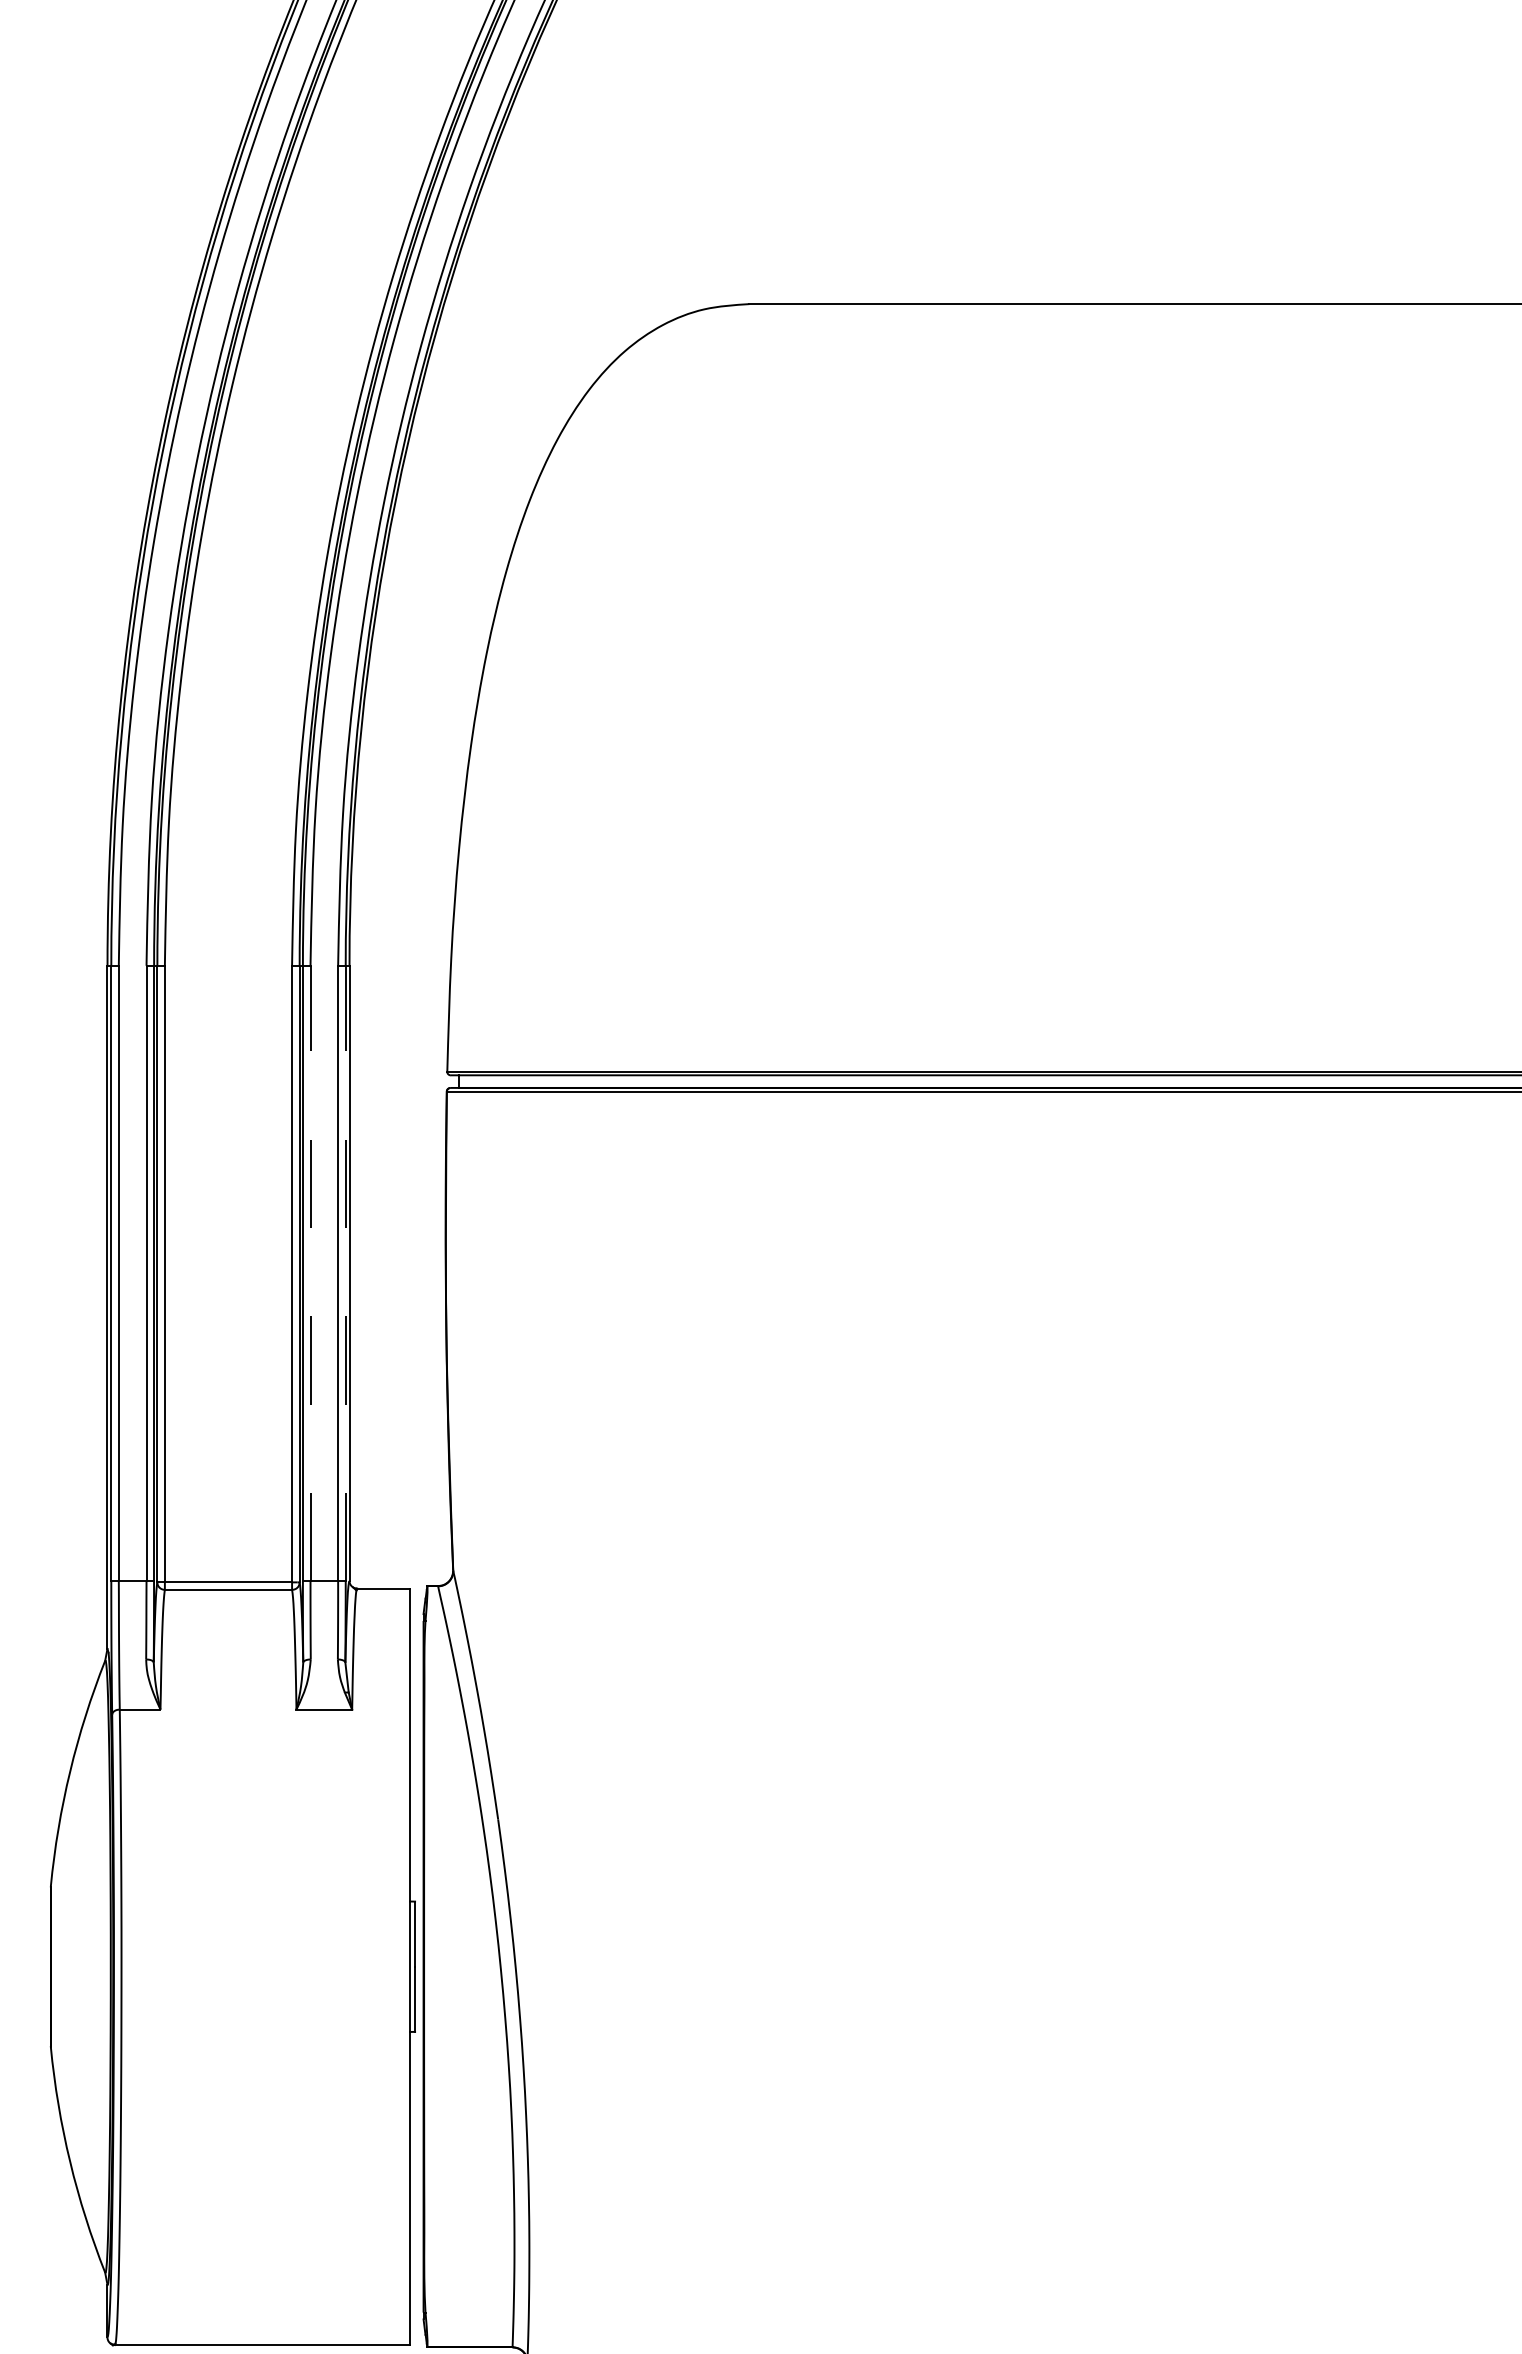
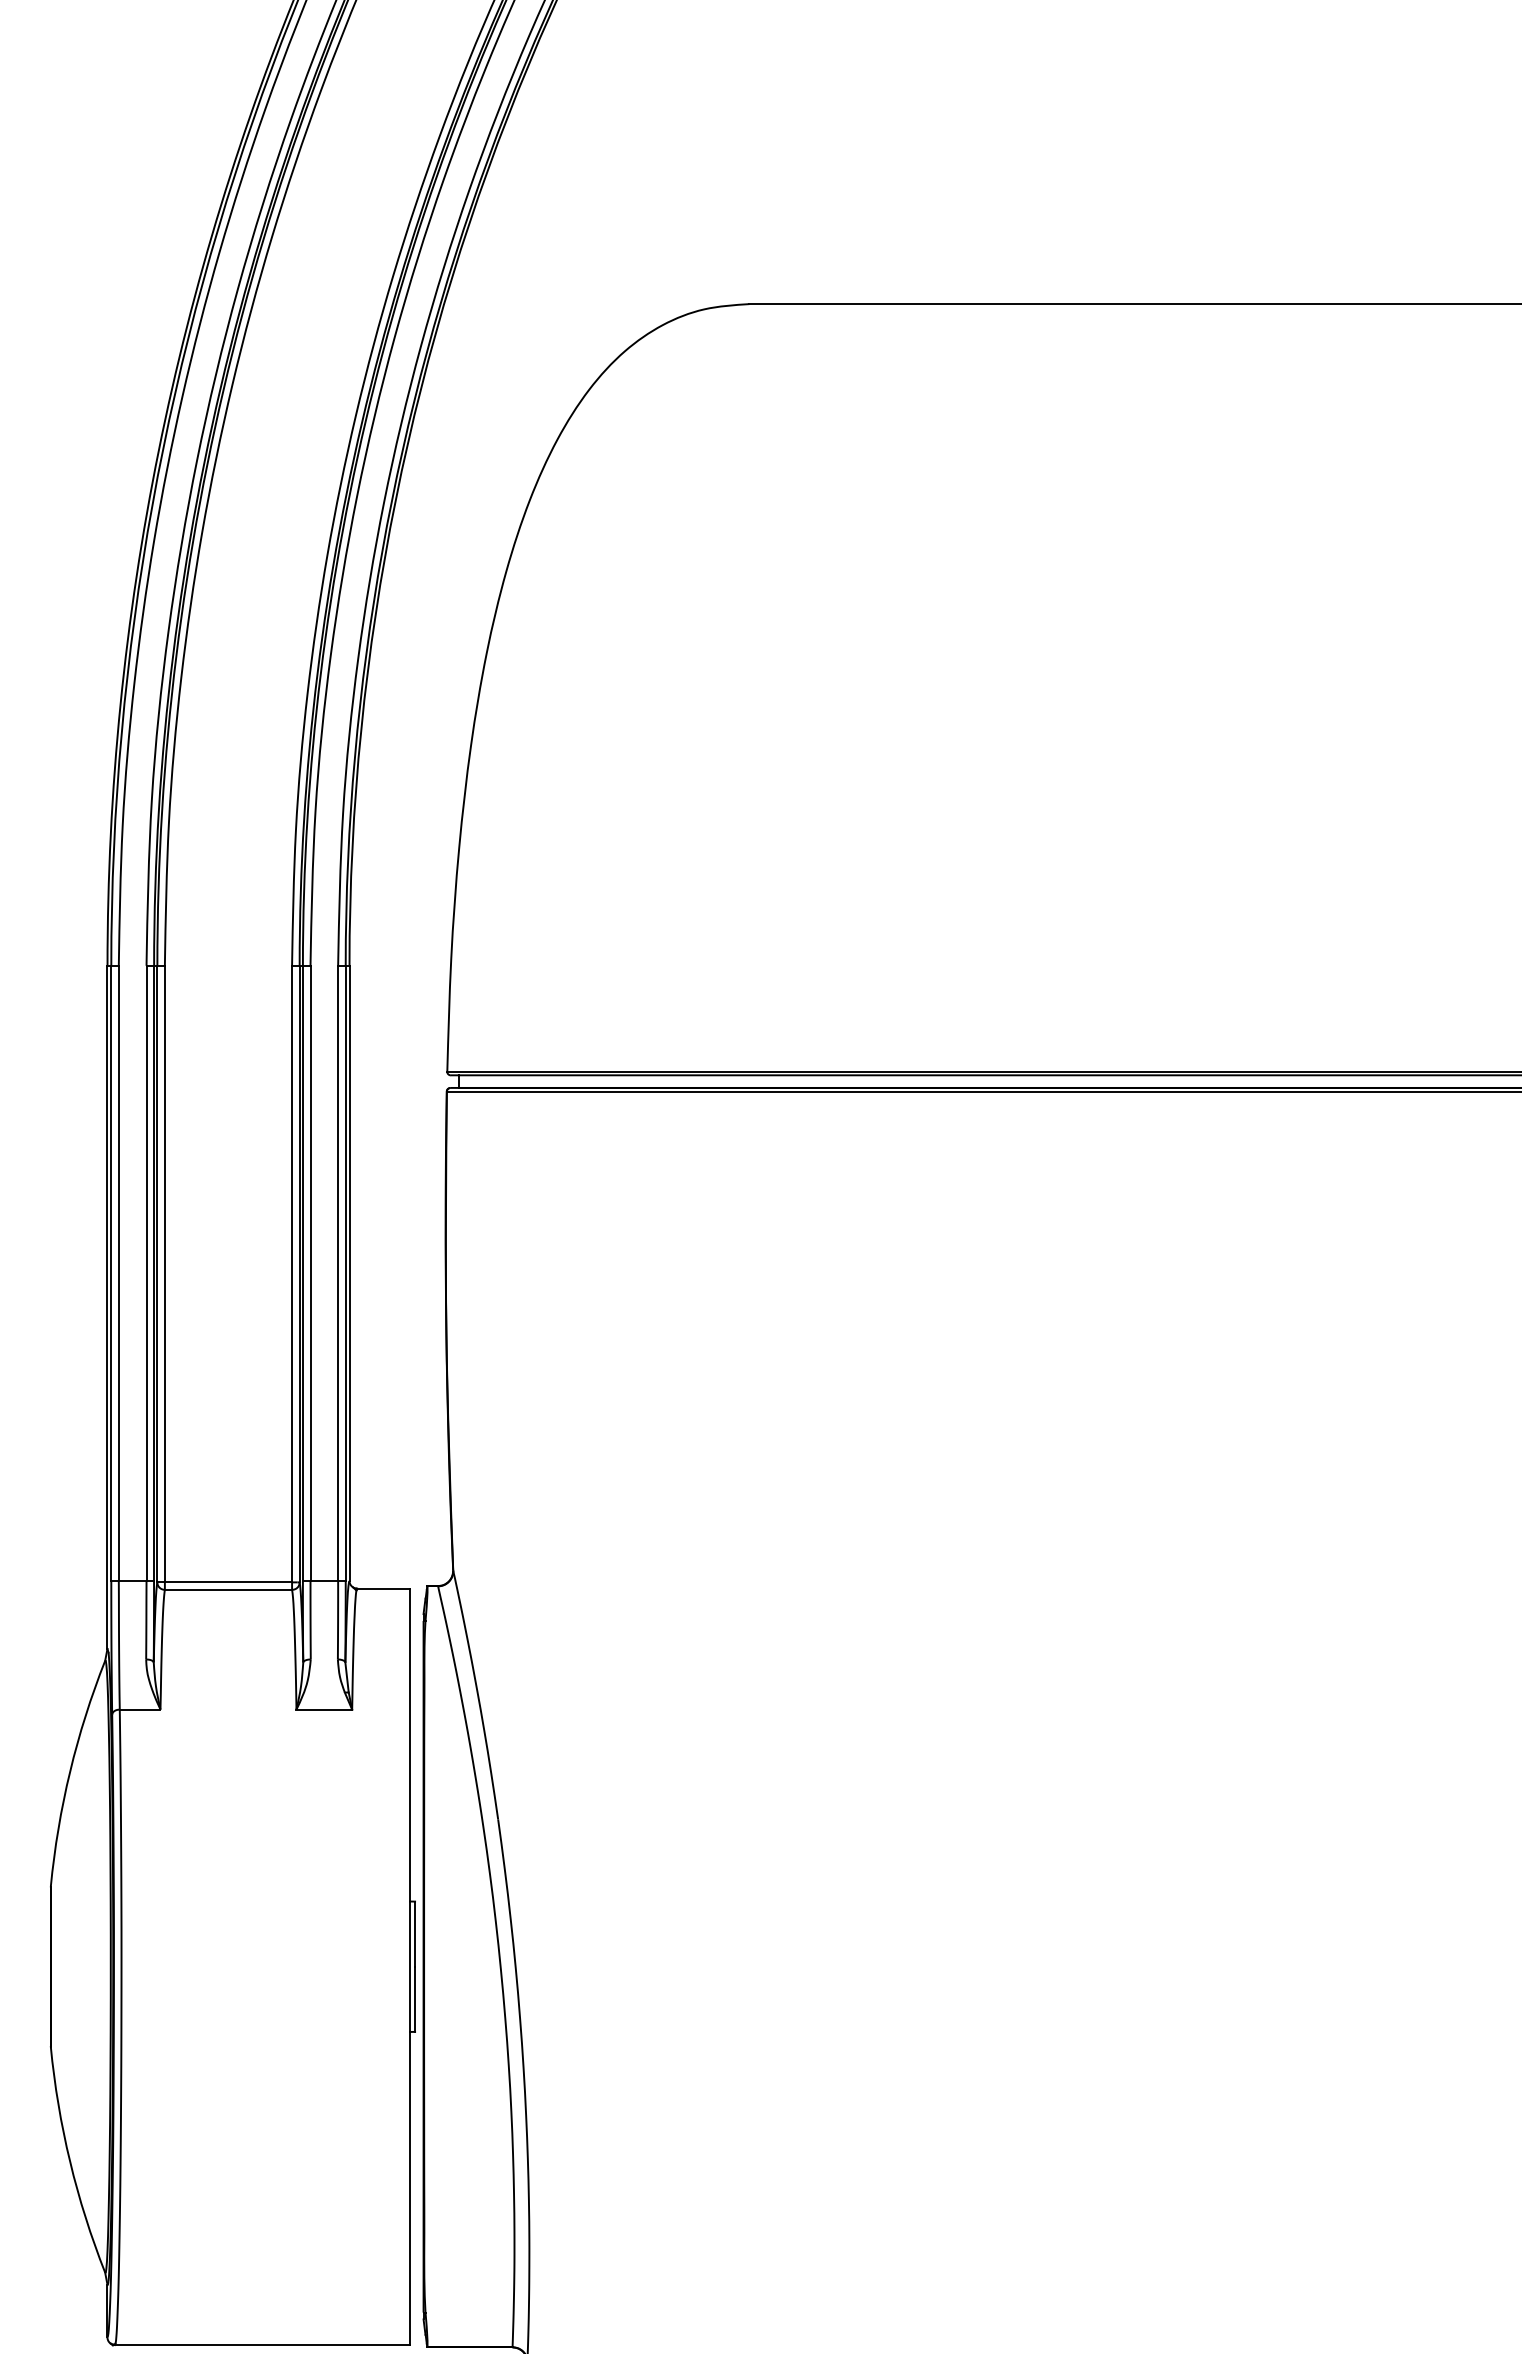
line at (310, 1273): dashed -> solid
line at (345, 1273): dashed -> solid
